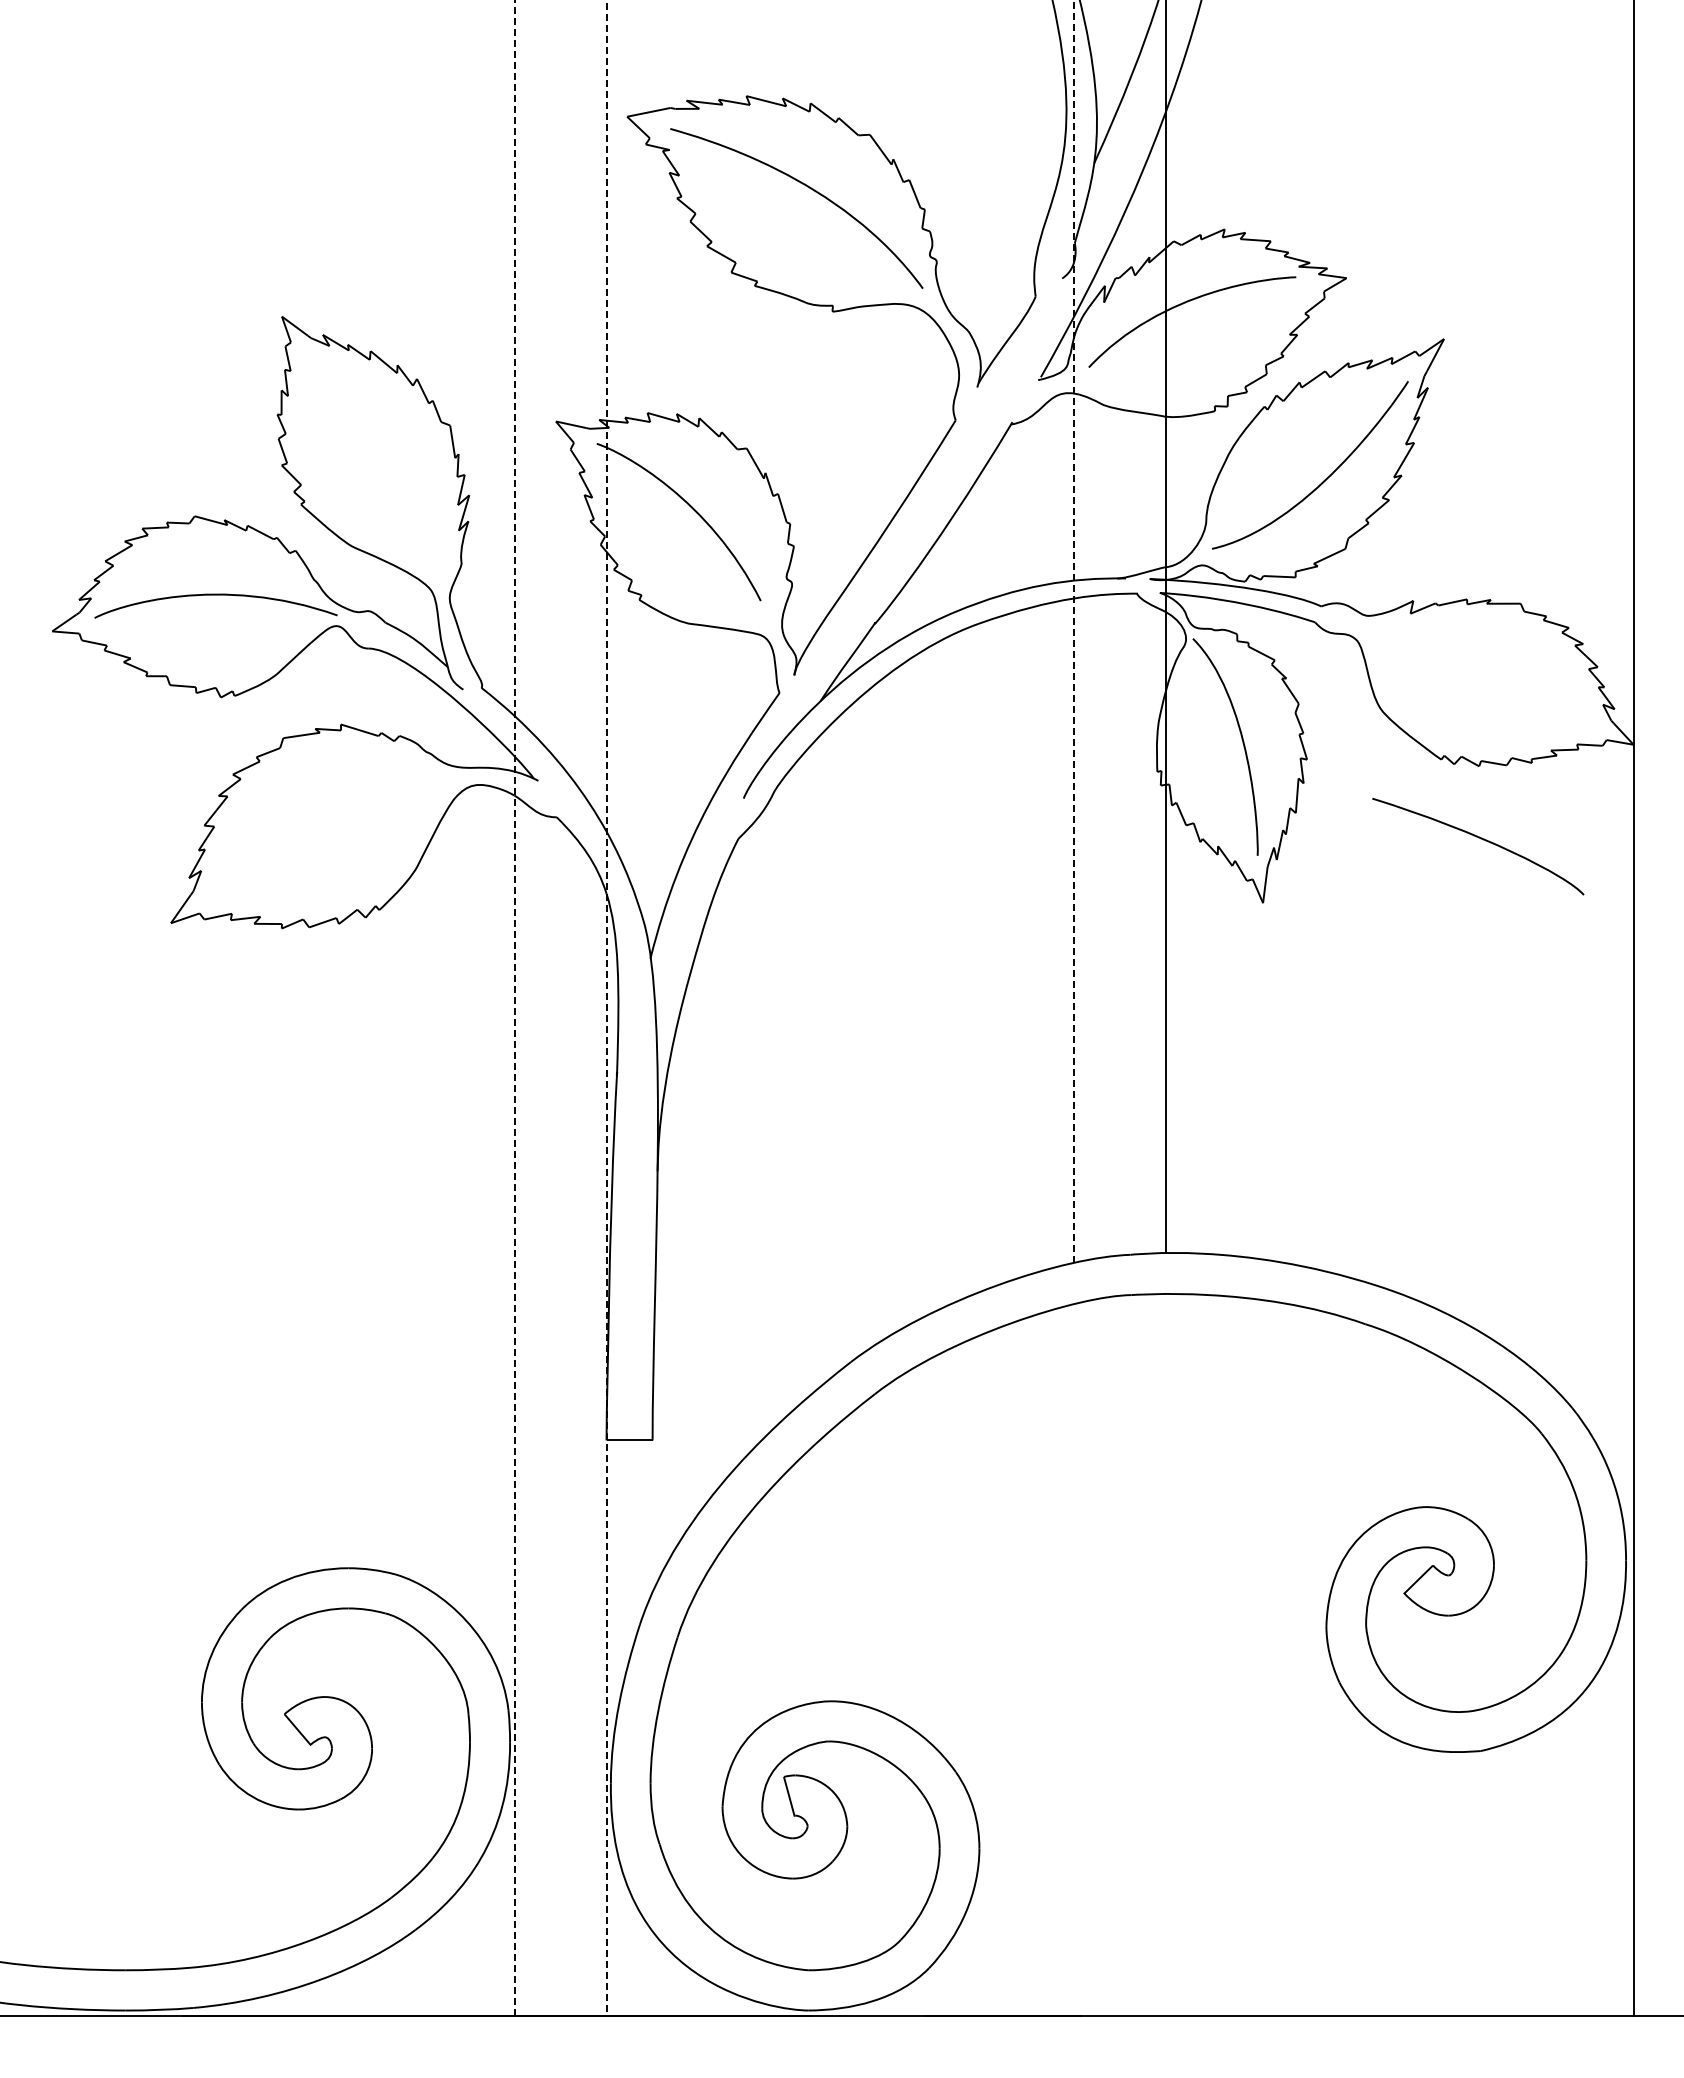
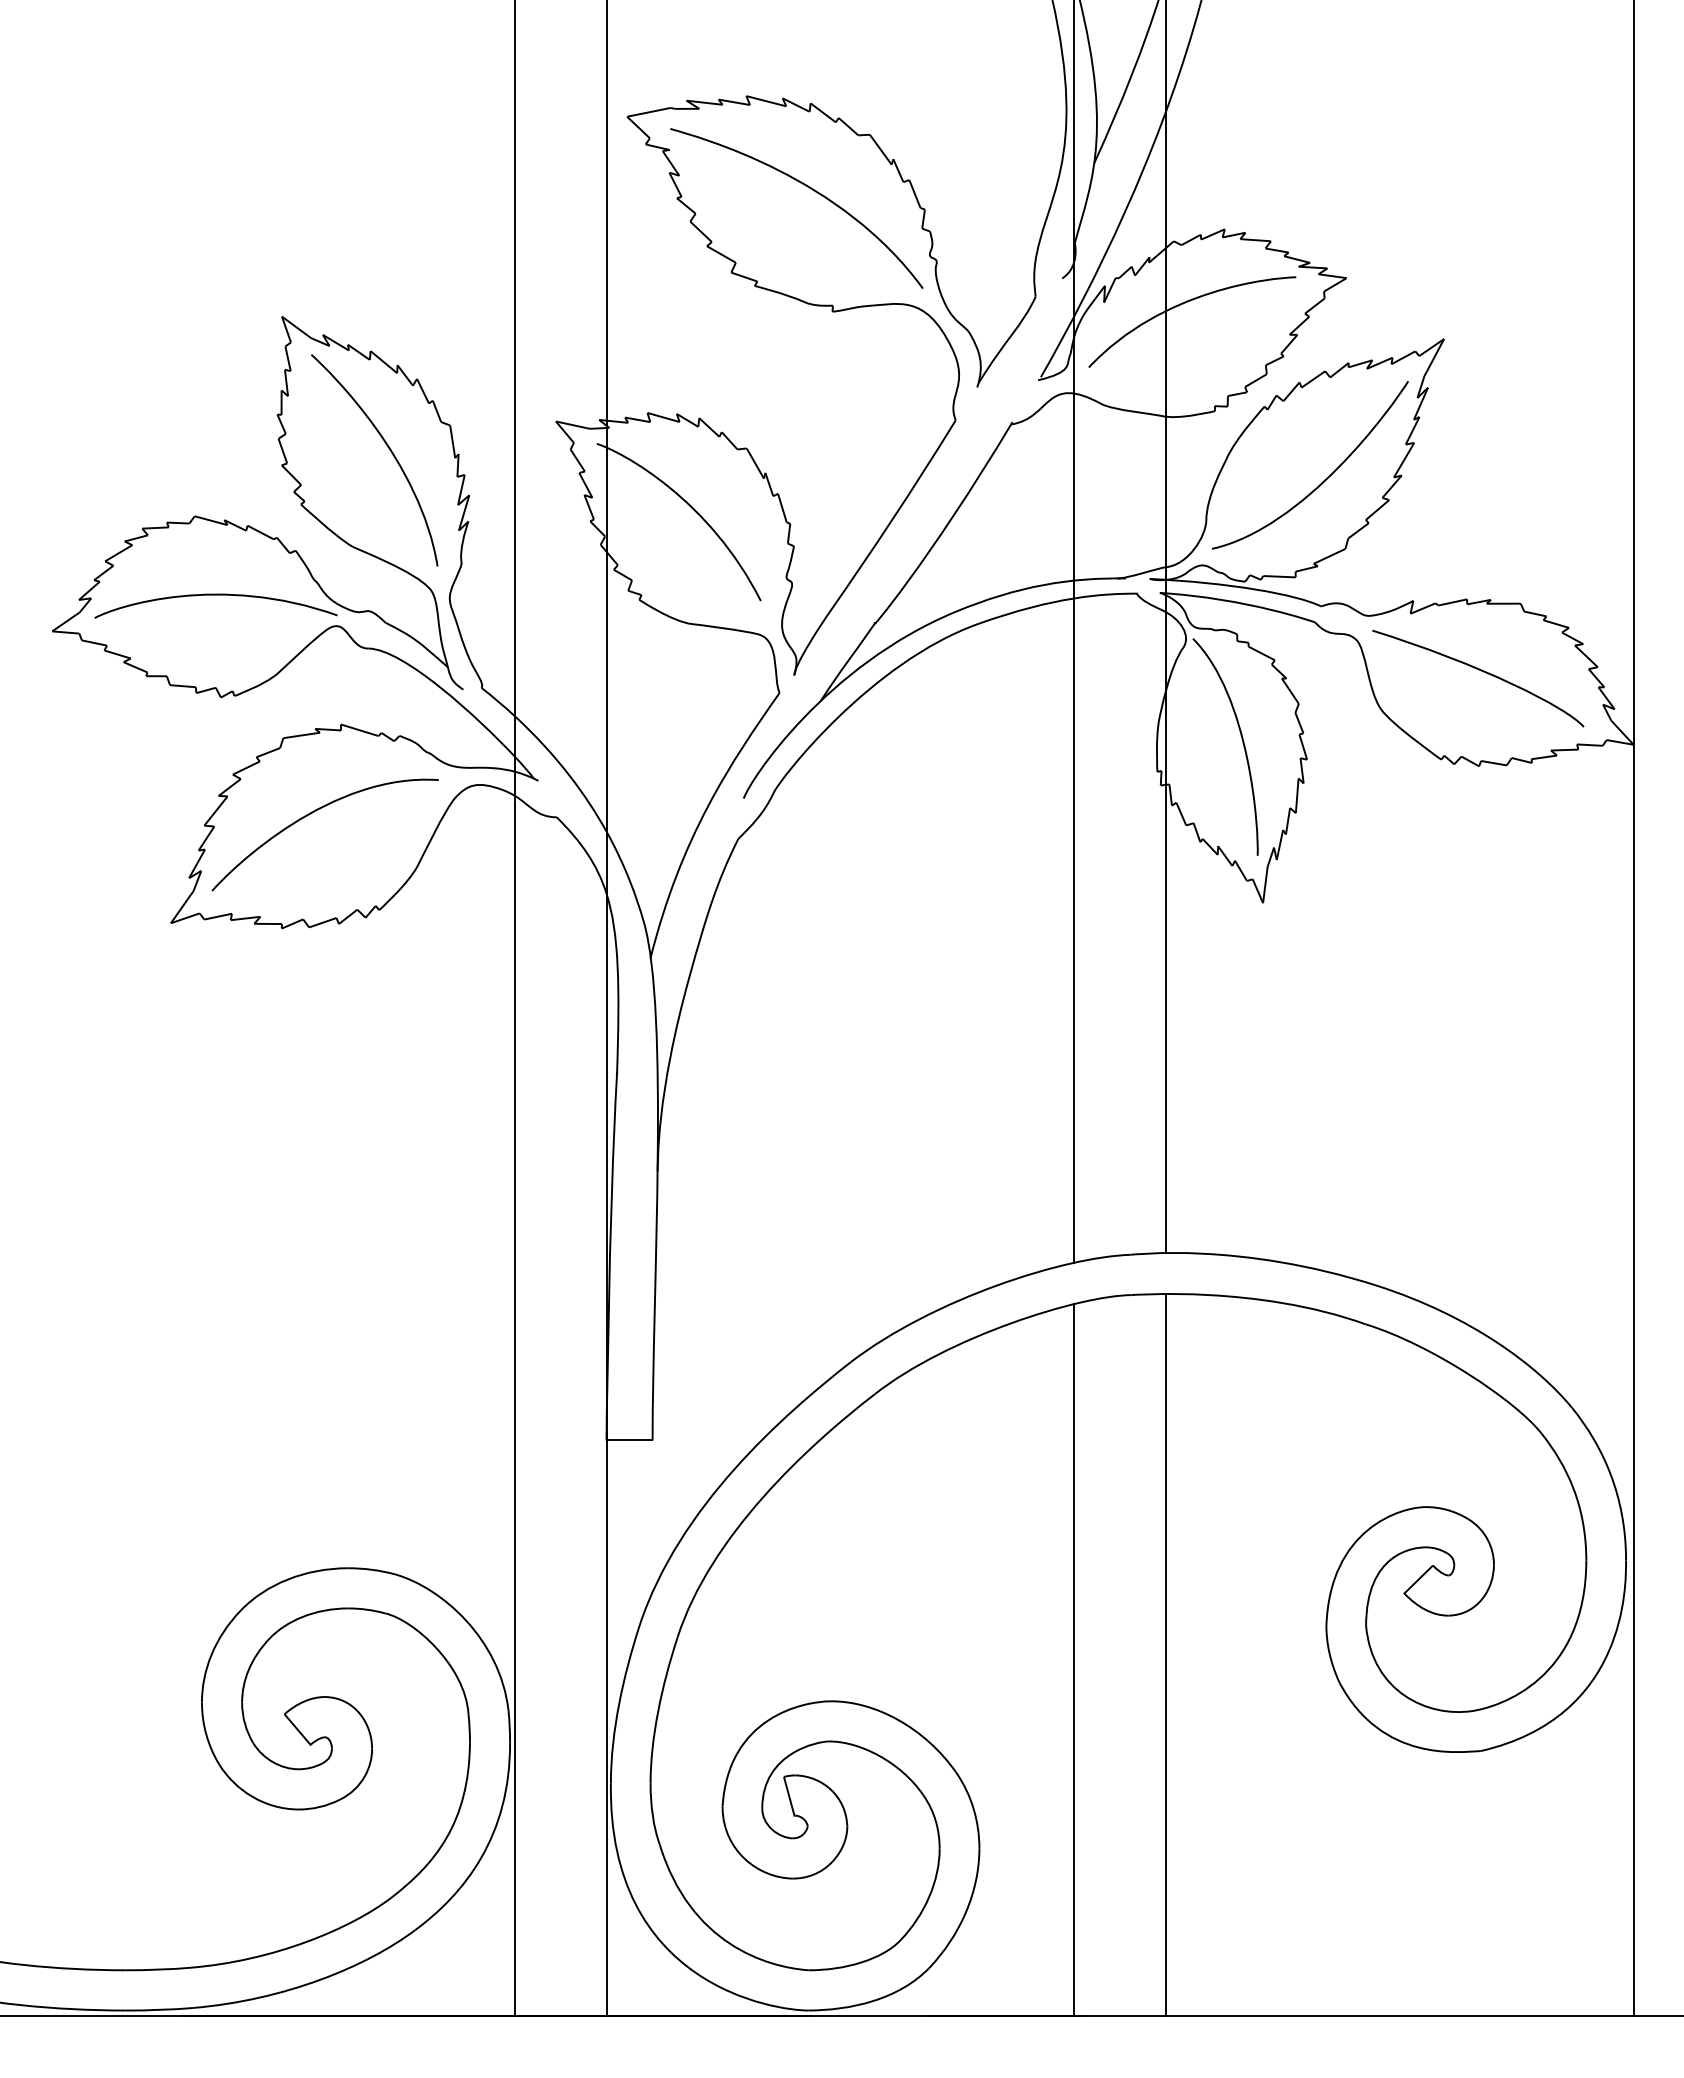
curve at (389, 450): none -> present
line at (1074, 631): dashed -> solid
curve at (314, 812): none -> present
curve at (1481, 839) position: (1481, 839) -> (1481, 671)
line at (514, 1007): dashed -> solid
line at (606, 1008): dashed -> solid
line at (1166, 1654): none -> present
line at (1074, 1659): none -> present
